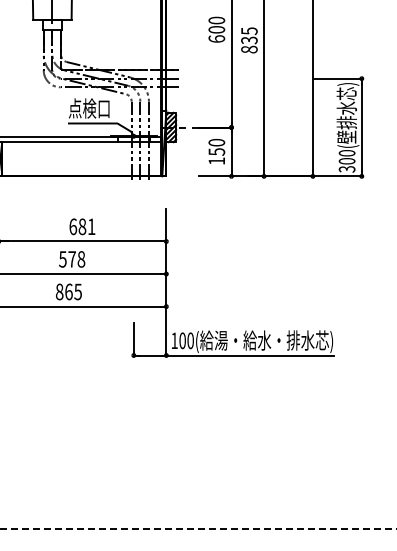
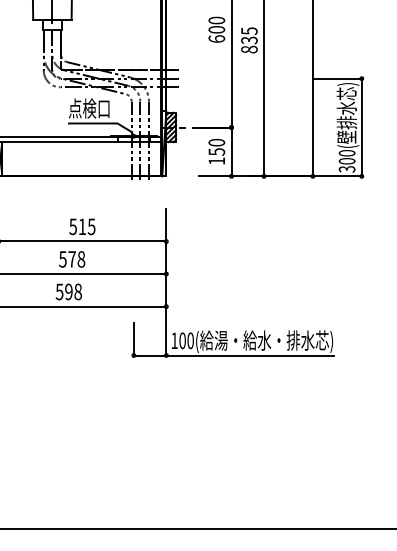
text at (82, 226): 681 -> 515
text at (68, 291): 865 -> 598
line at (198, 529): dashed -> solid
